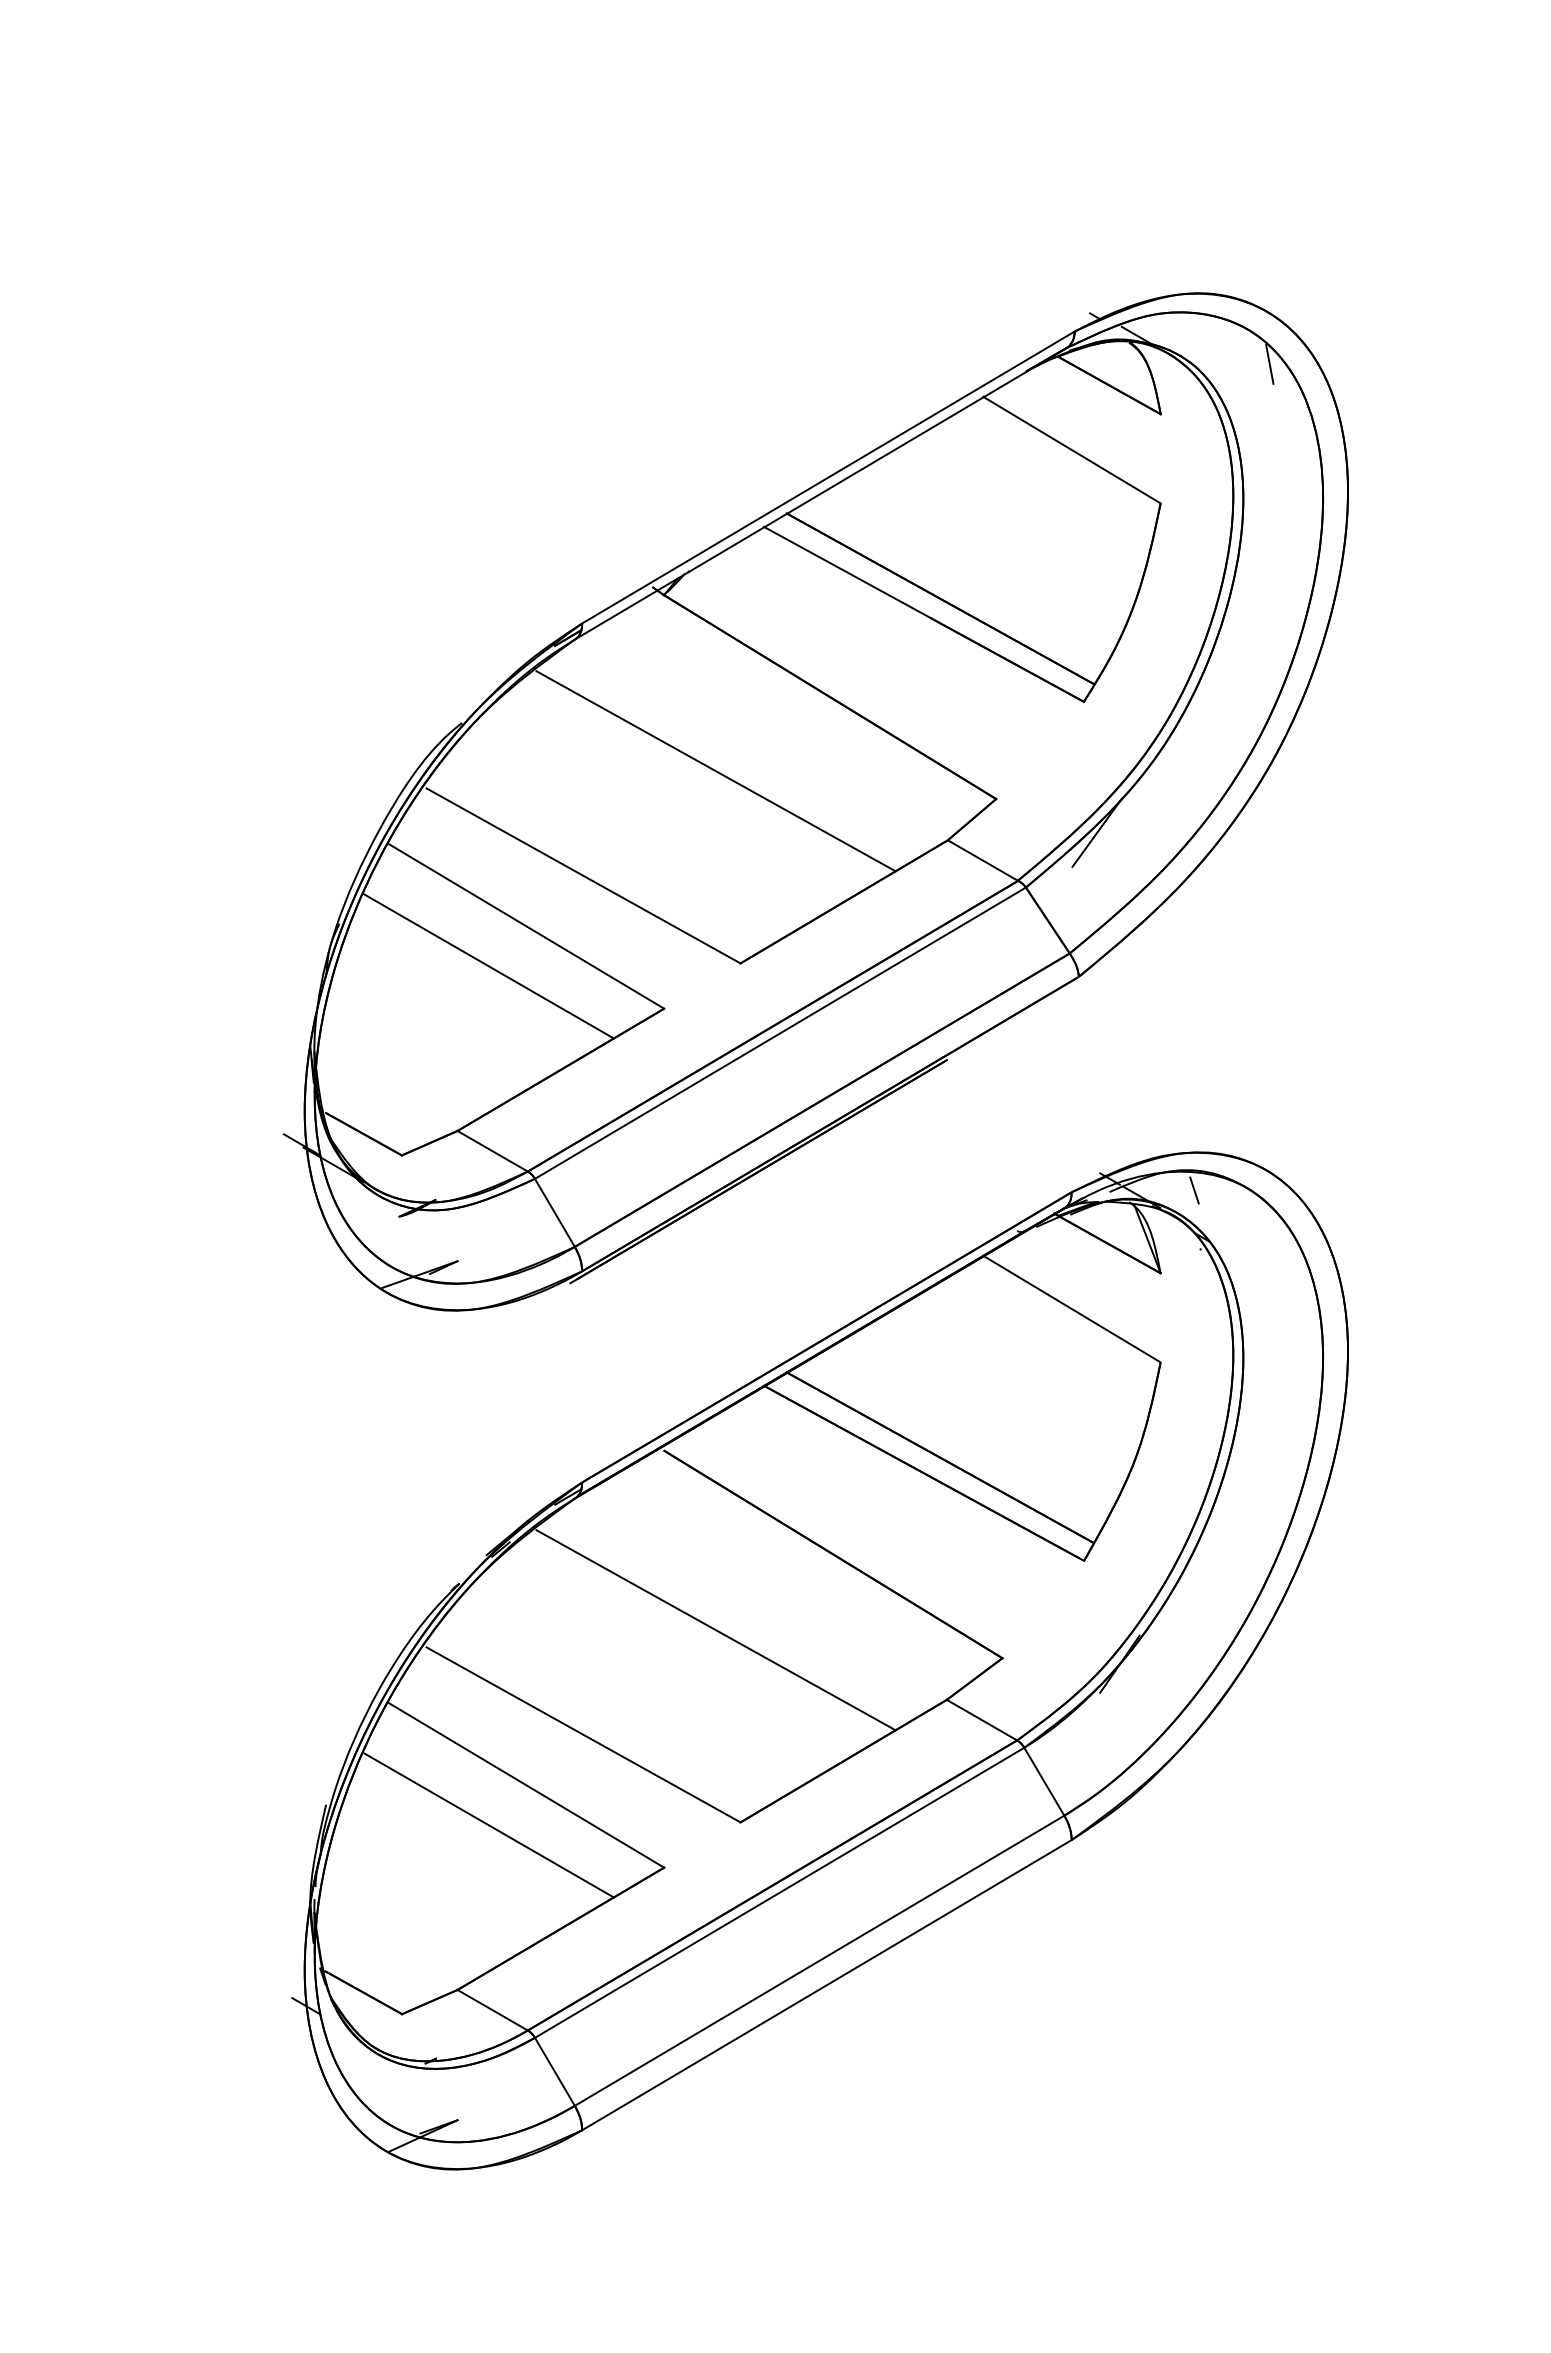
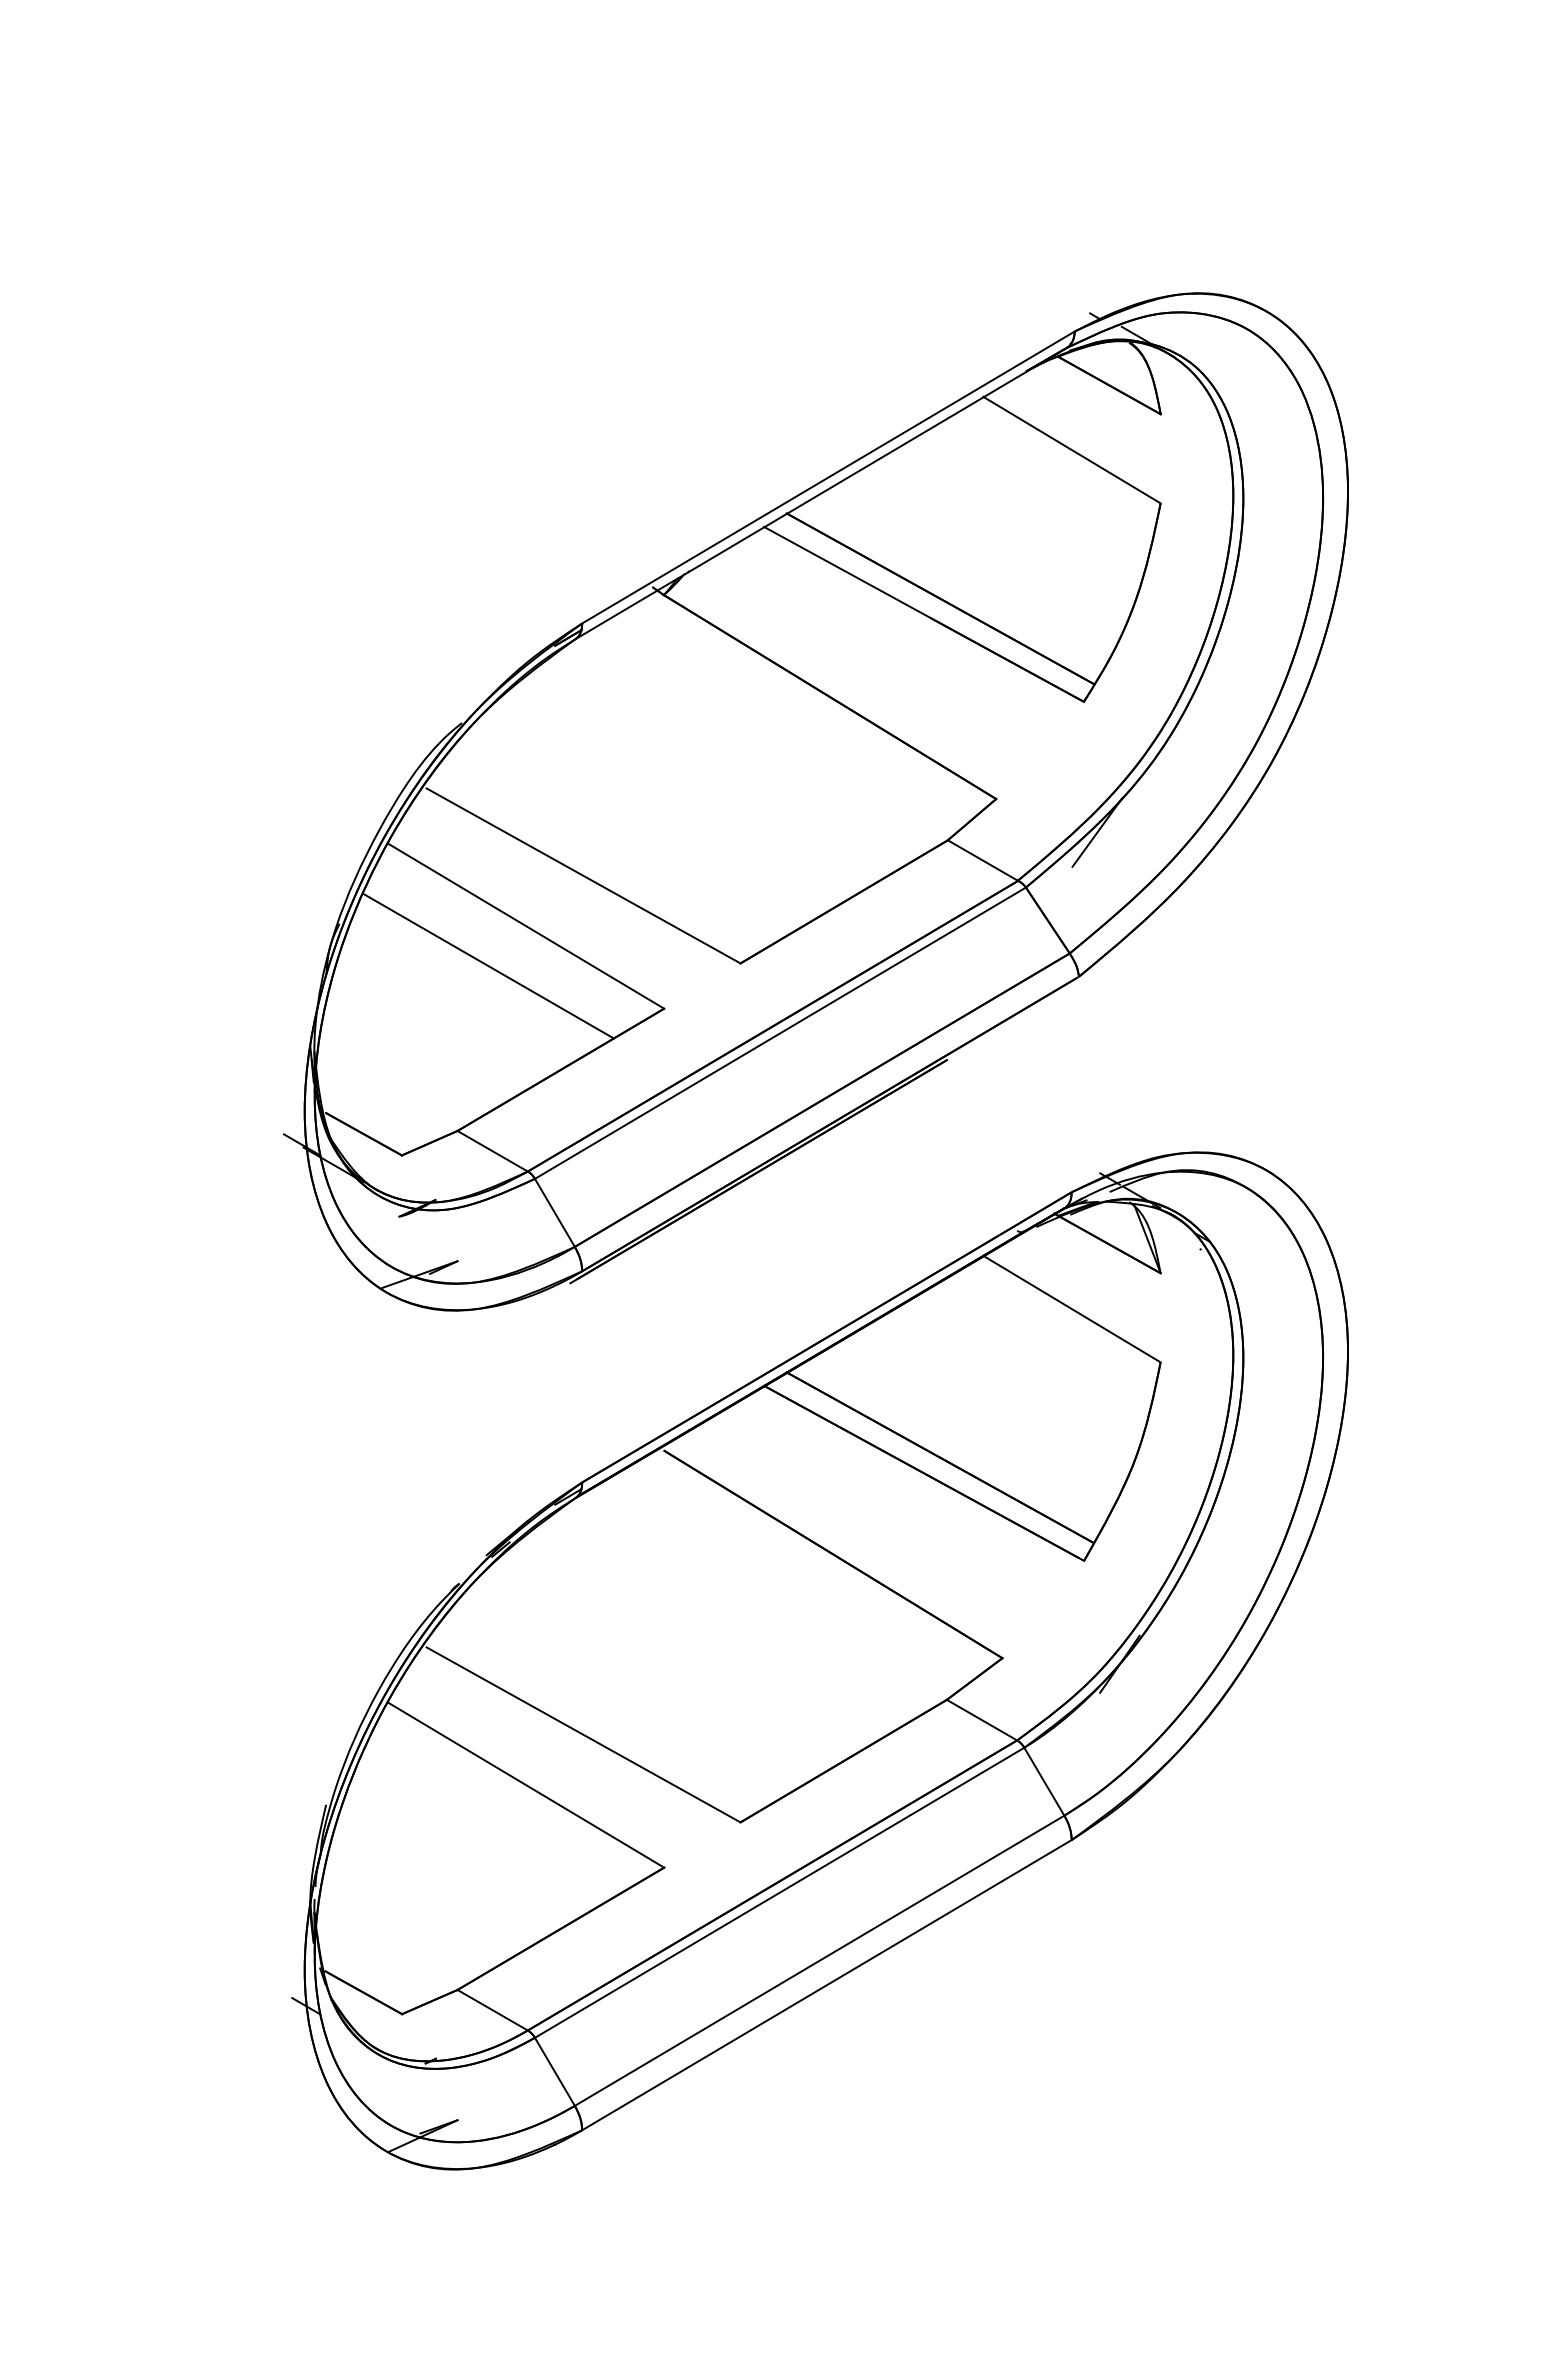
line at (1269, 363): present -> none
line at (715, 771): present -> none
line at (1194, 1190): present -> none
line at (715, 1630): present -> none
line at (488, 1825): present -> none
